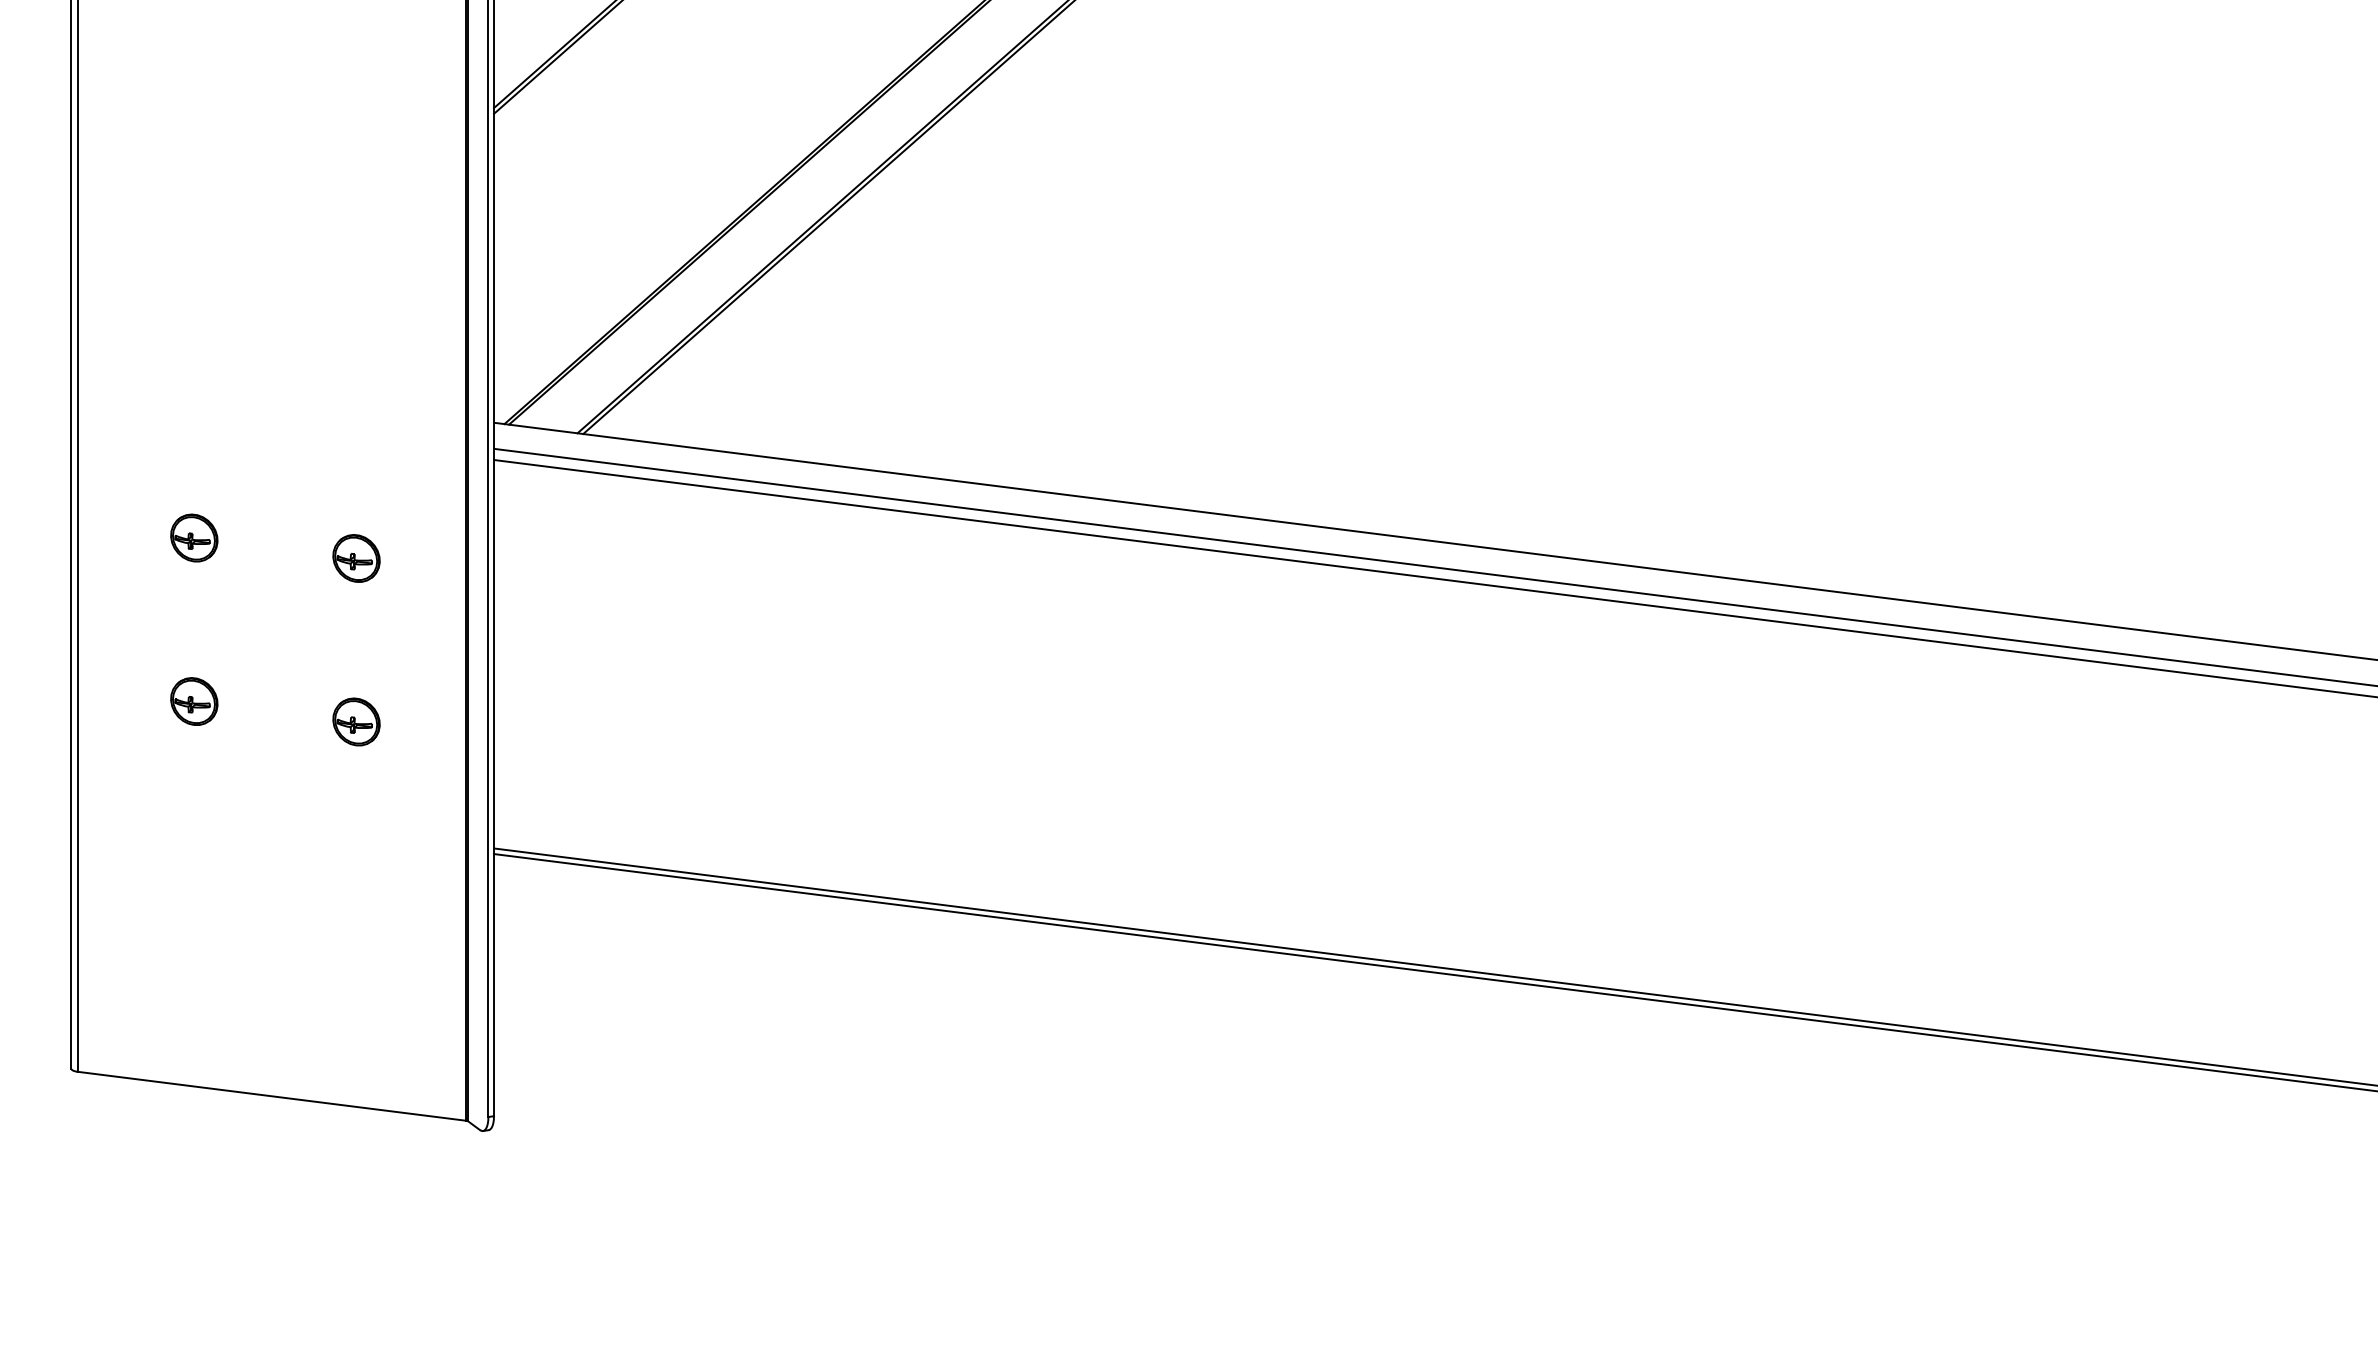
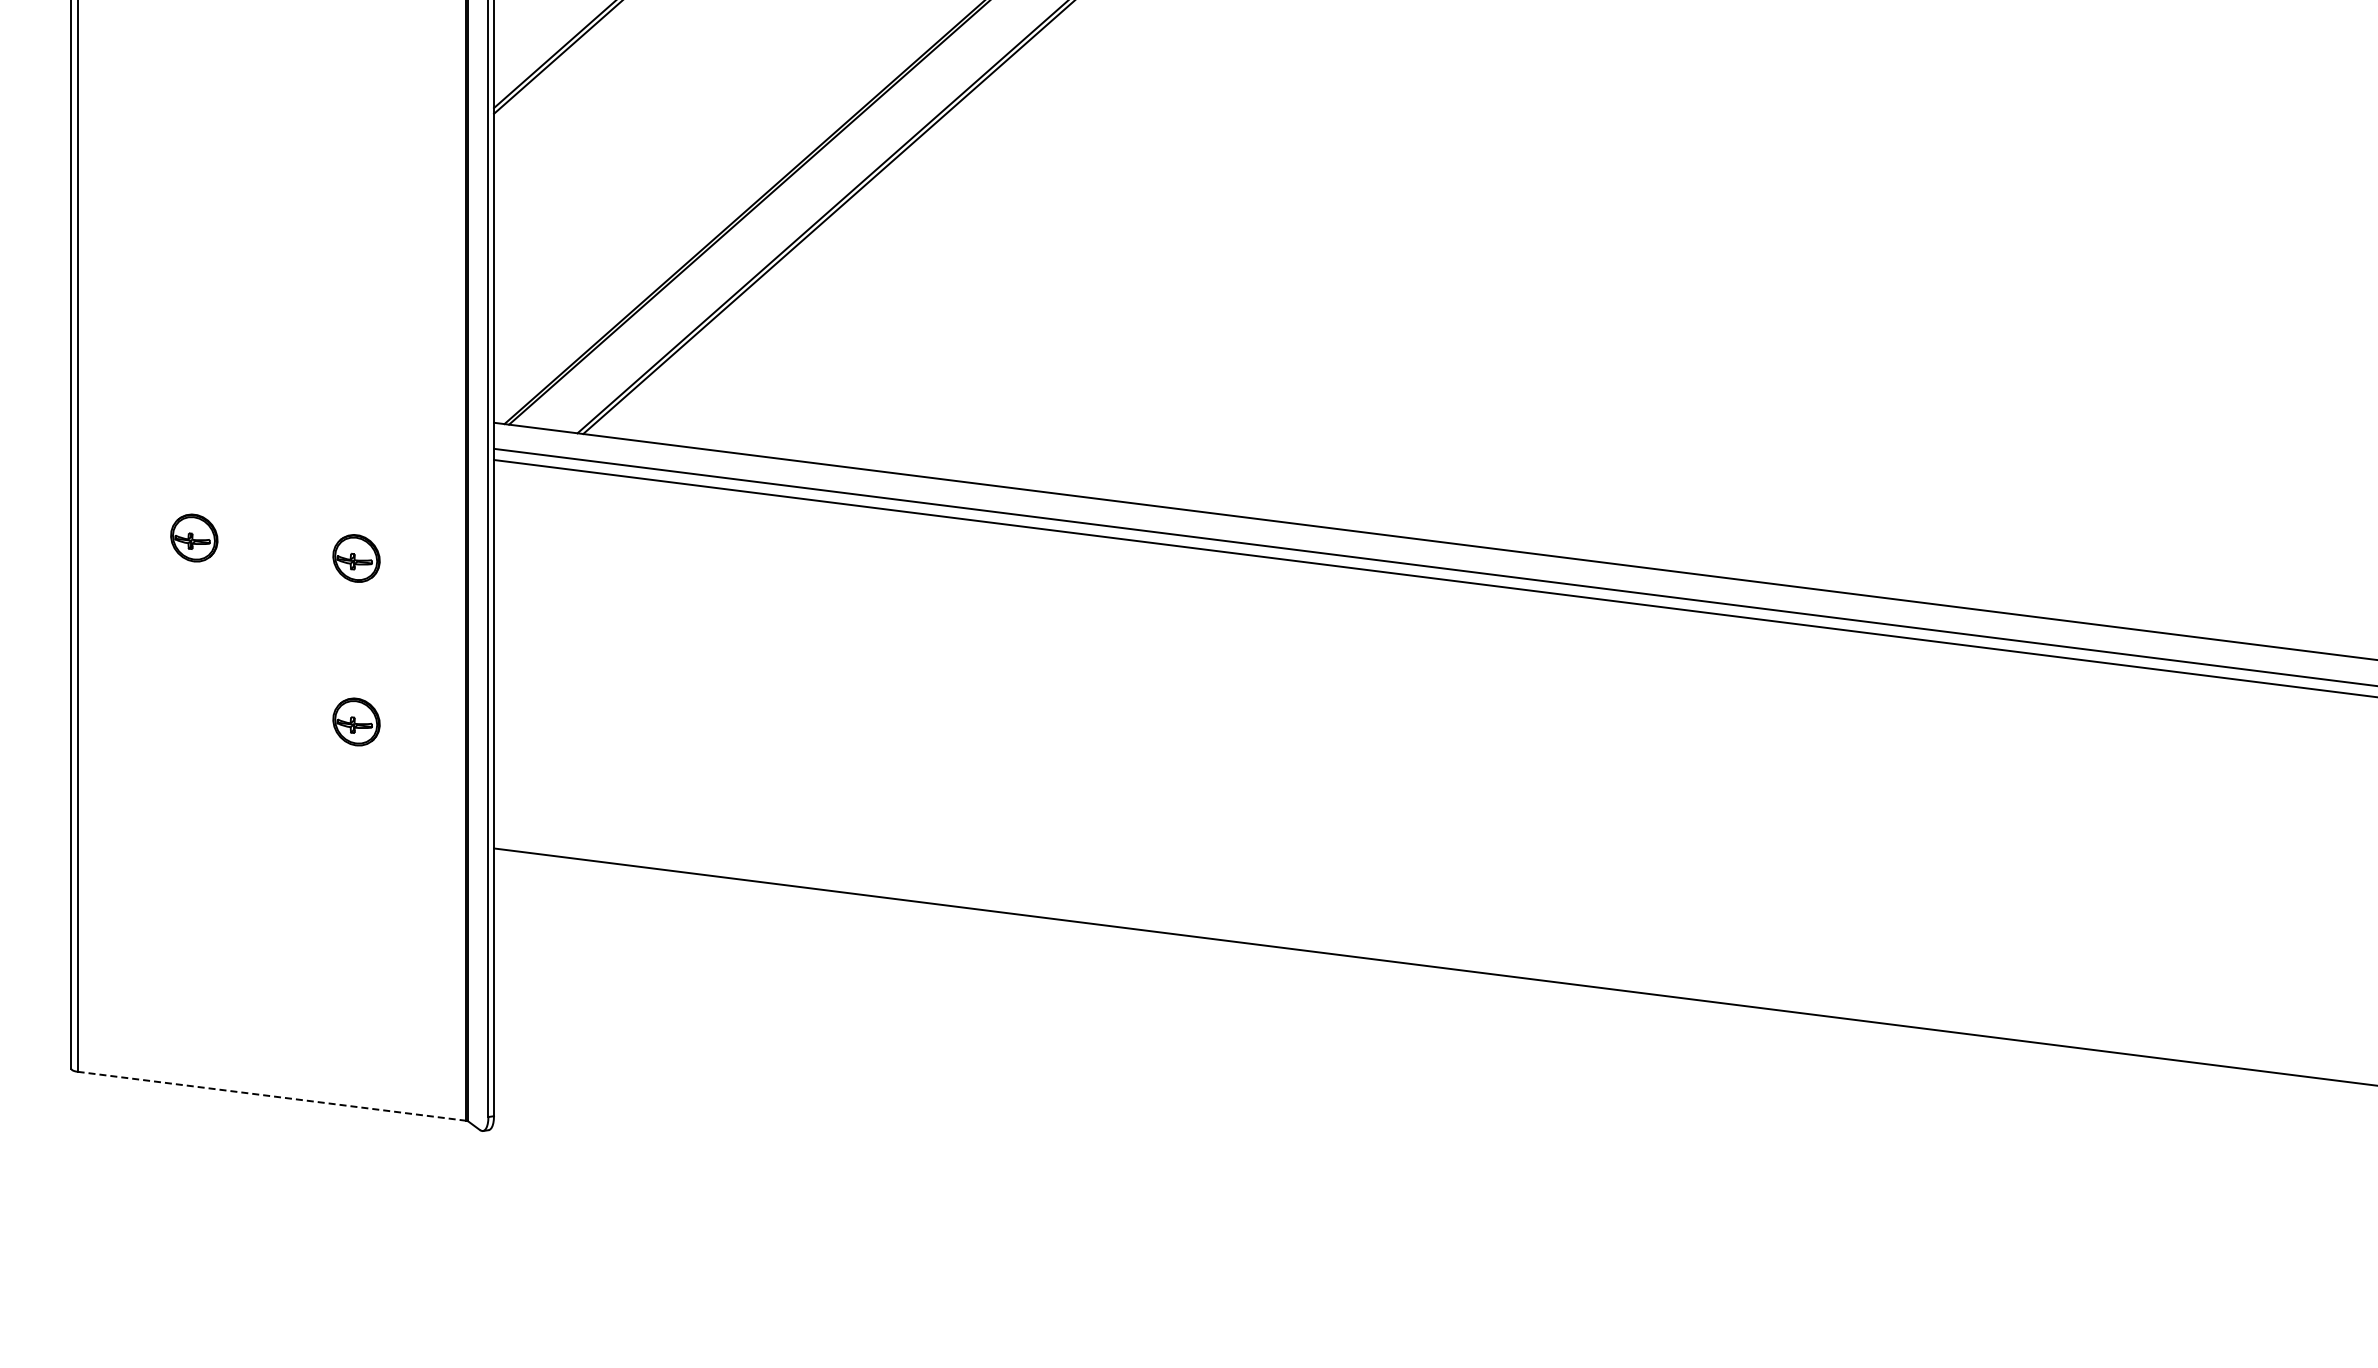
part at (194, 701): present -> none
line at (1434, 972): present -> none
line at (271, 1096): solid -> dashed
